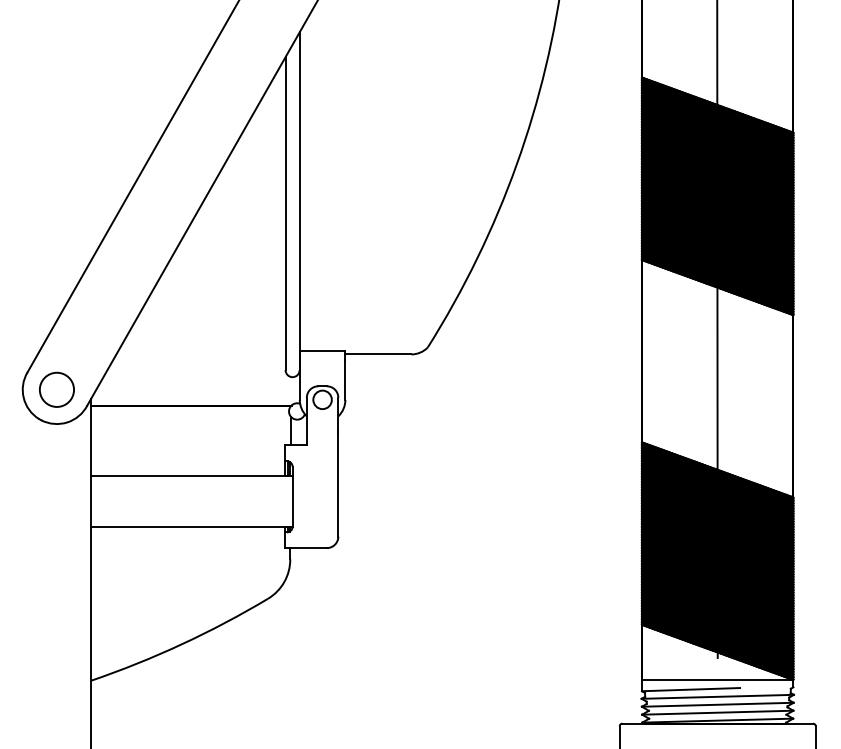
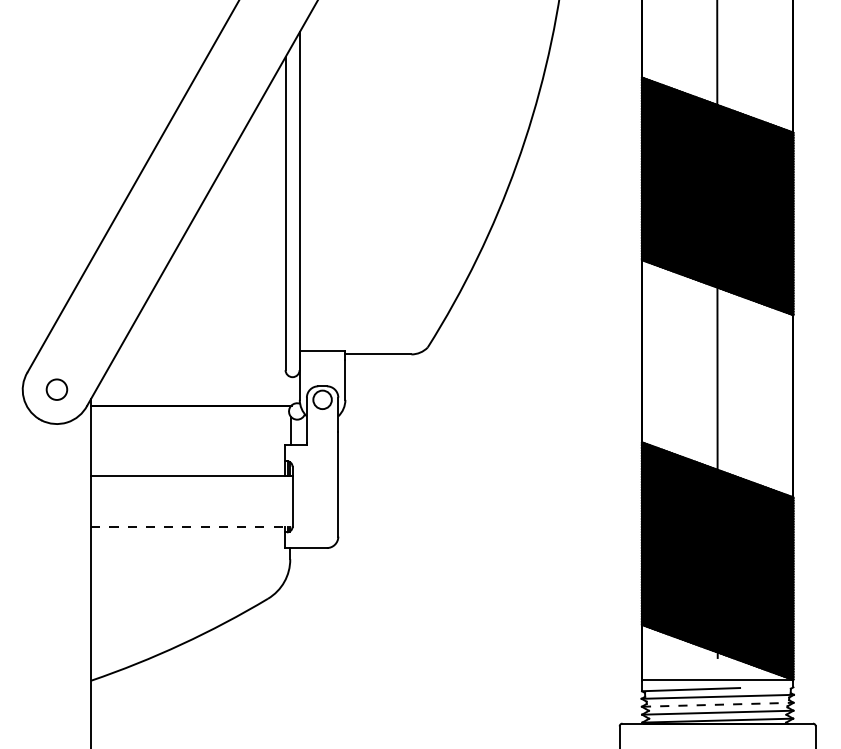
circle at (56, 389) size: 36x37 px -> 24x23 px
line at (191, 526): solid -> dashed
line at (717, 704): solid -> dashed
